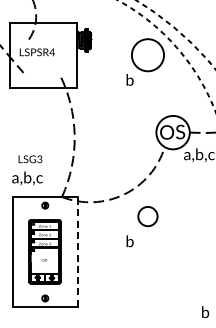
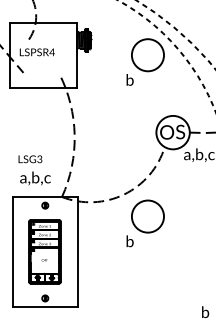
text at (27, 178) position: (27, 178) -> (35, 178)
circle at (147, 216) diameter: 19 px -> 32 px
line at (77, 251): dashed -> solid
